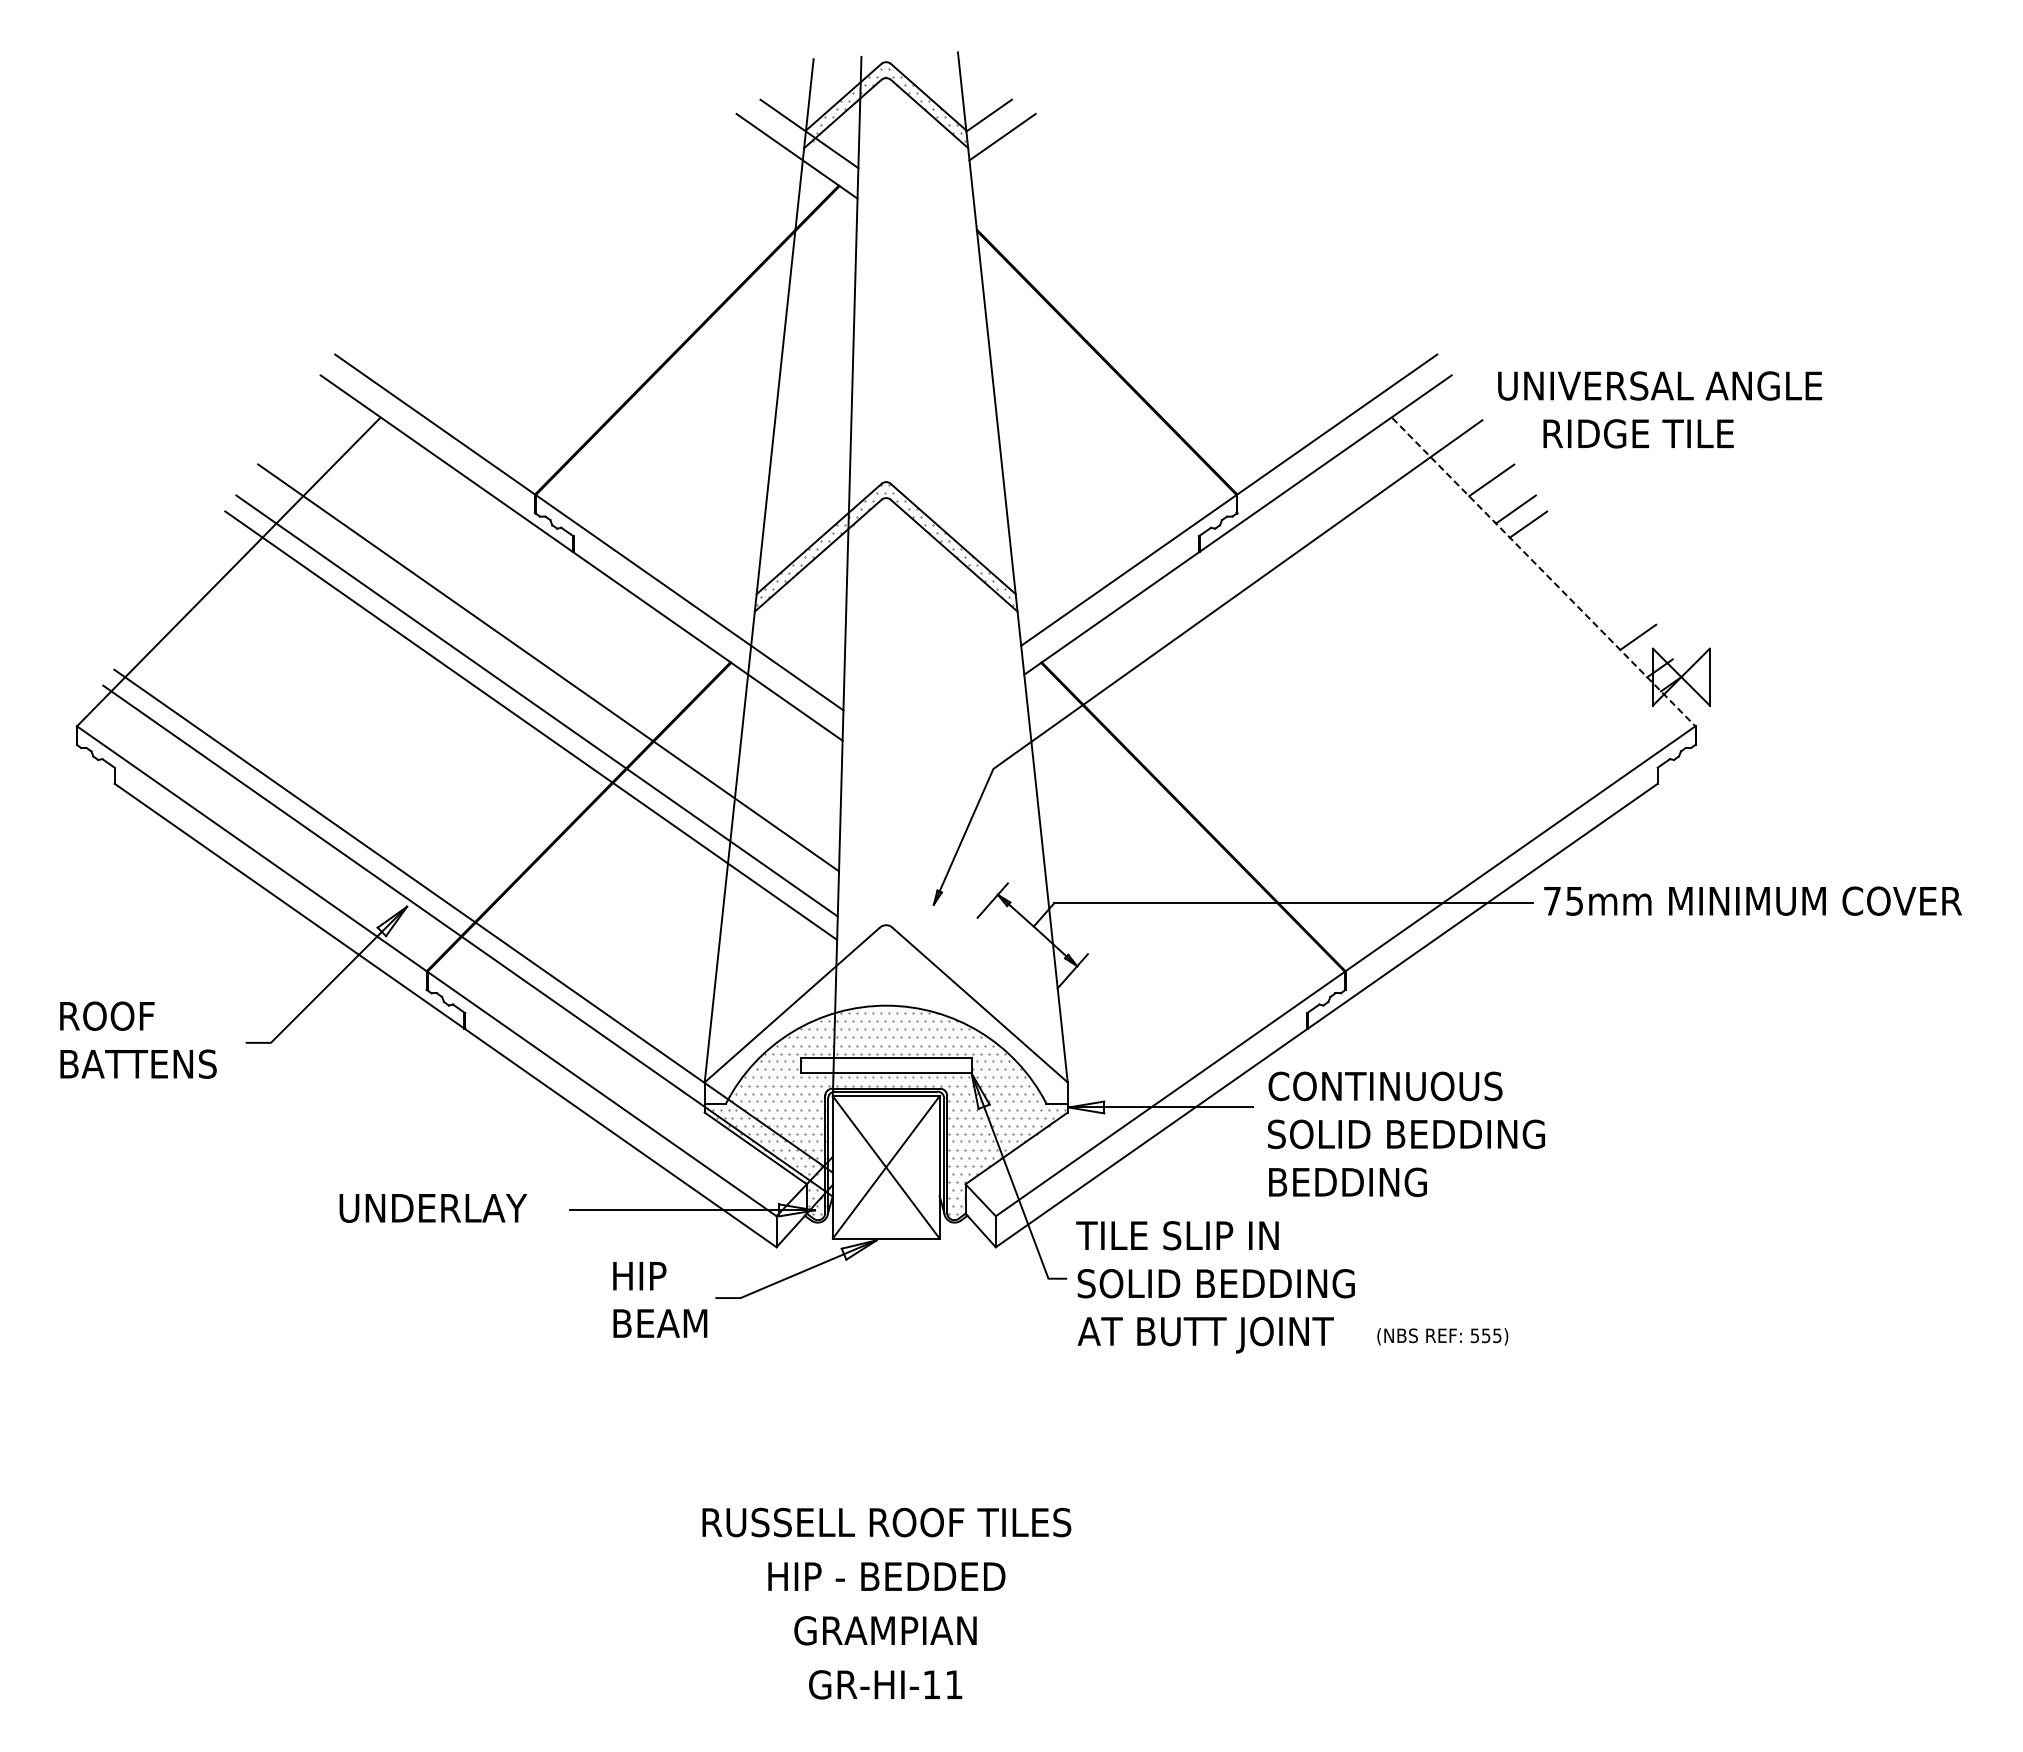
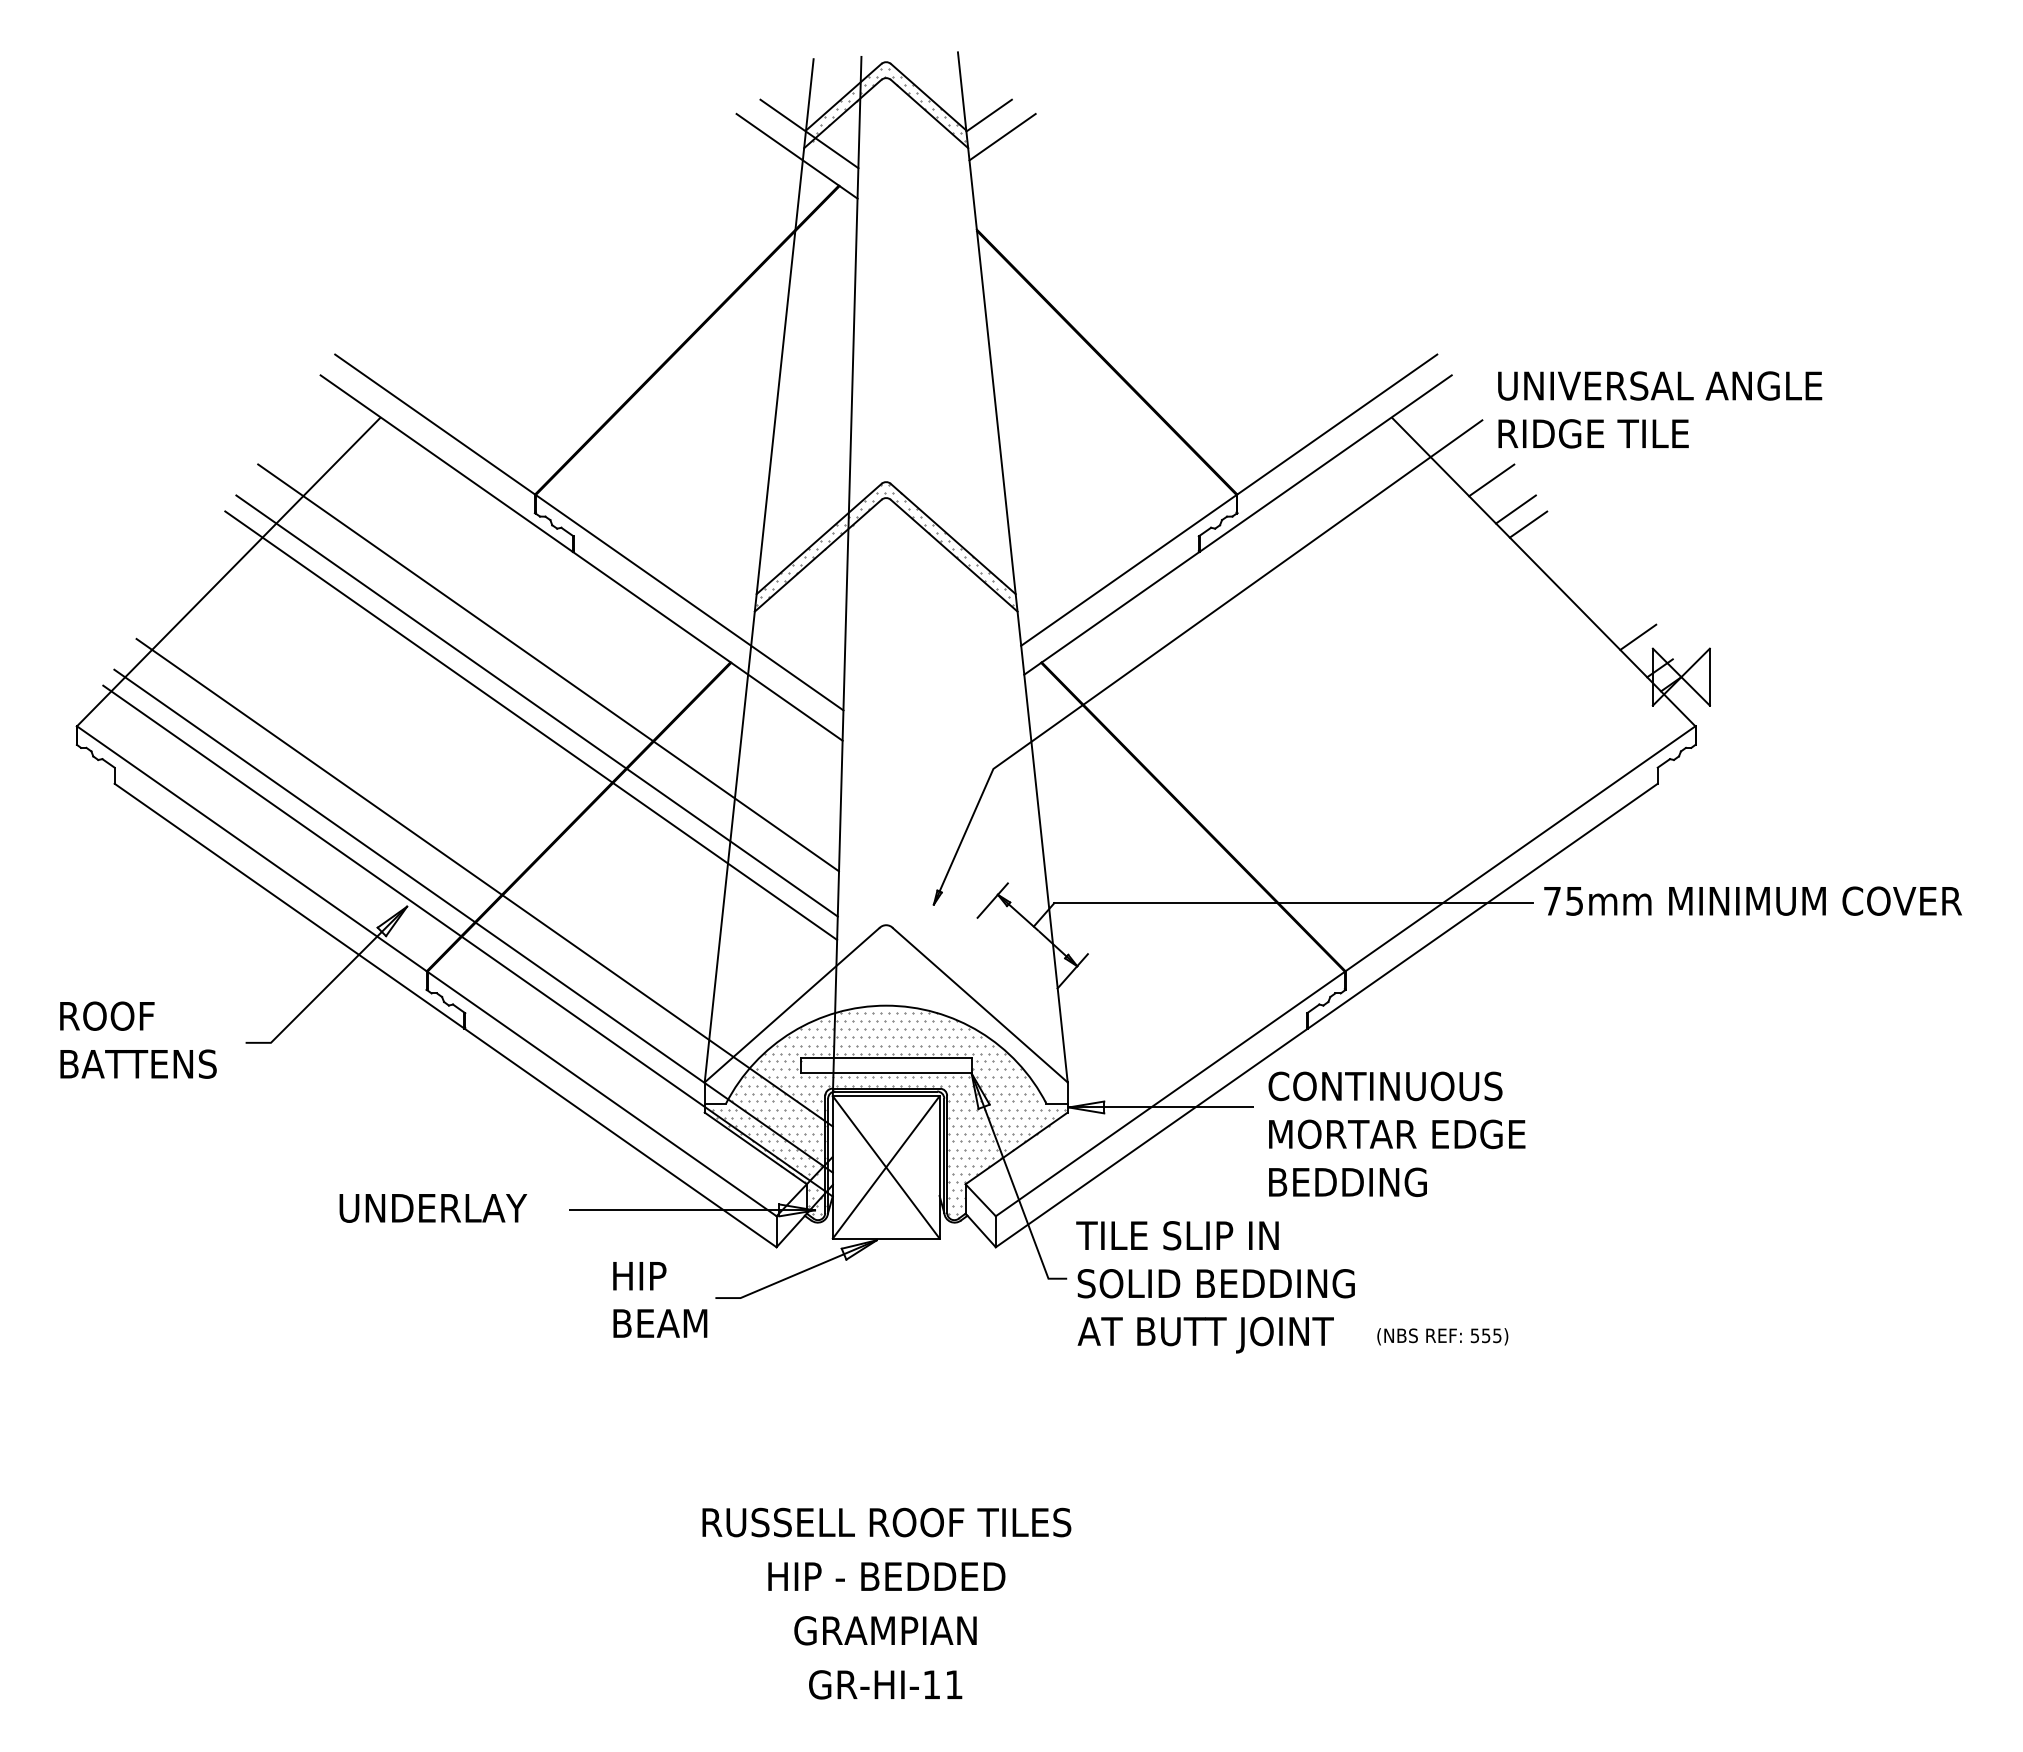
text at (1638, 433) position: (1638, 433) -> (1593, 433)
line at (1544, 572): dashed -> solid
line at (484, 882): none -> present
text at (1406, 1134): SOLID BEDDING -> MORTAR EDGE
